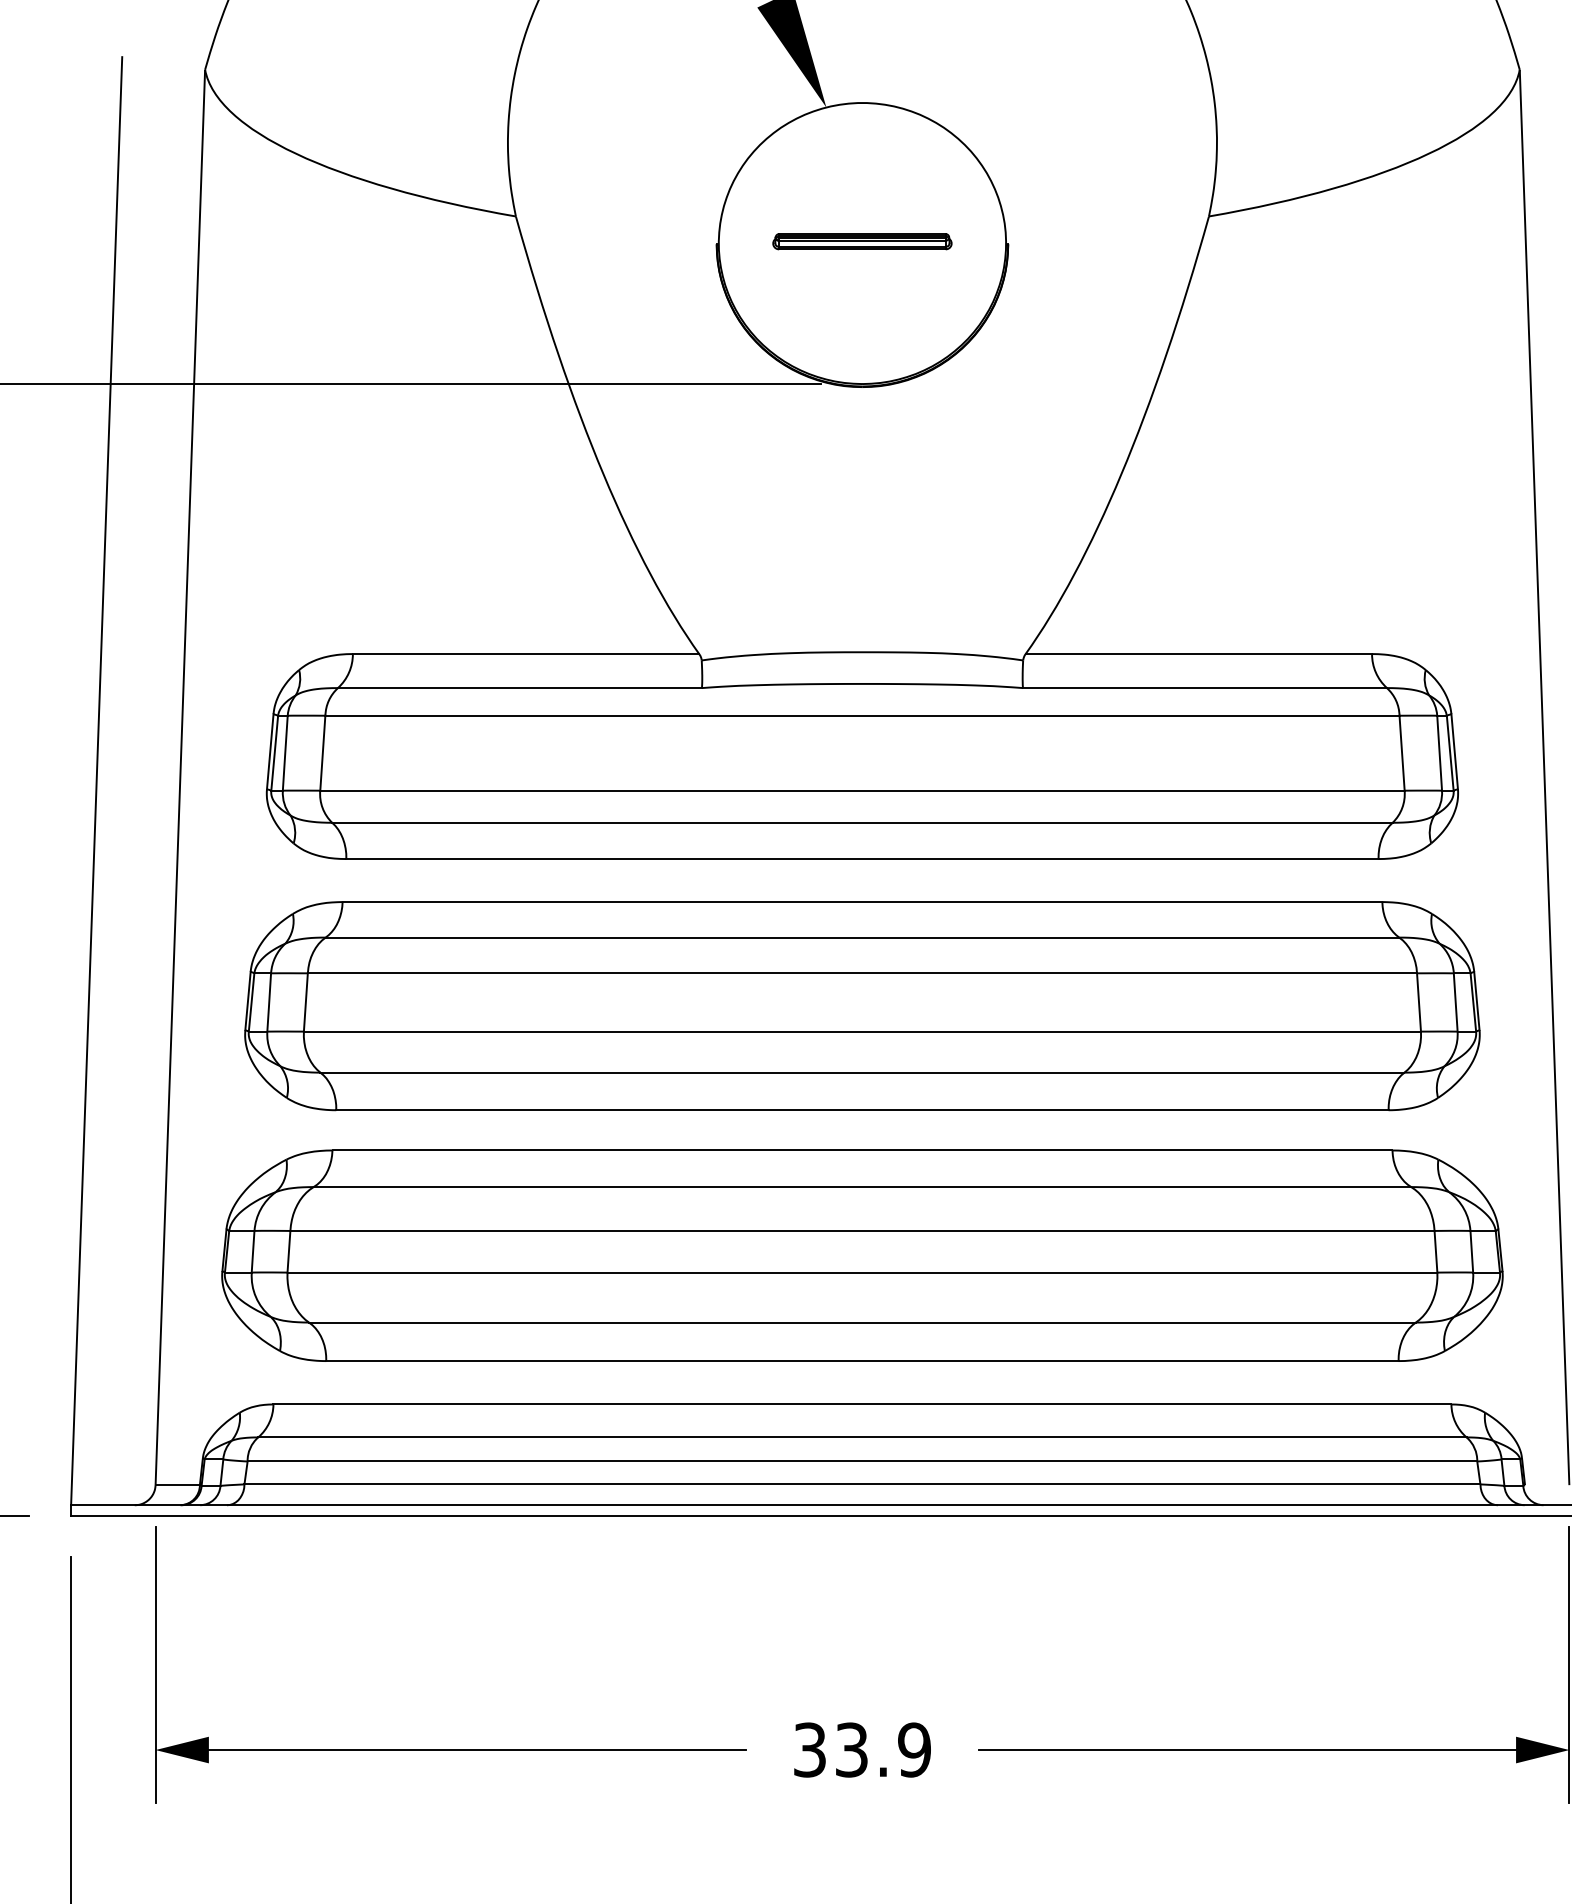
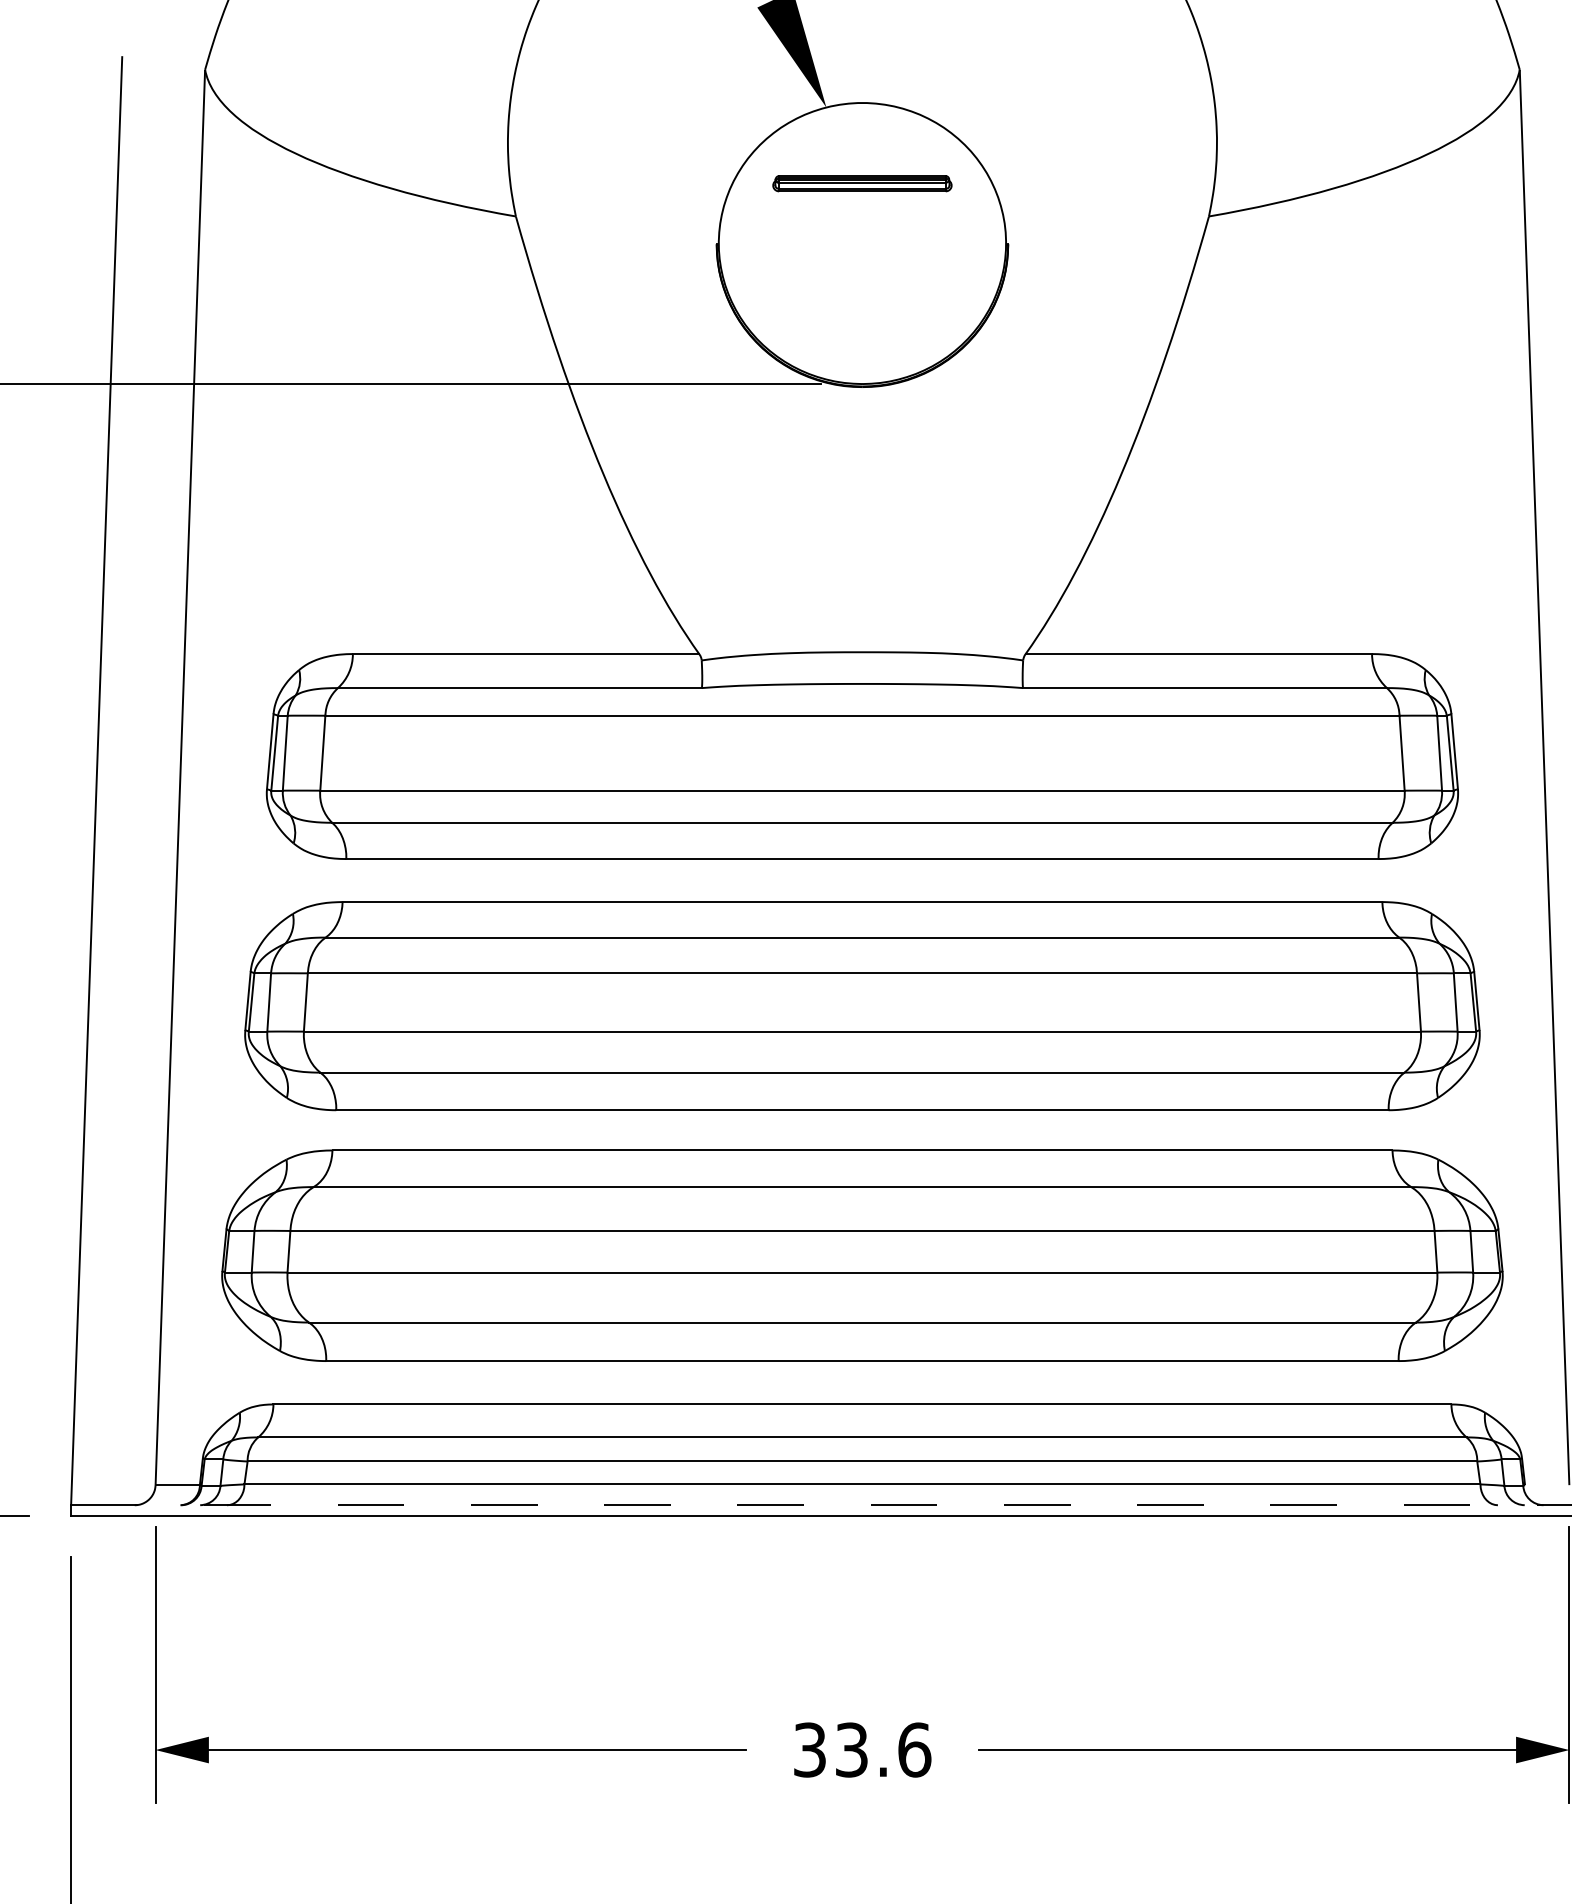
part at (862, 241) position: (862, 241) -> (862, 183)
line at (821, 1505): solid -> dashed
text at (914, 1749): 33.9 -> 33.6
